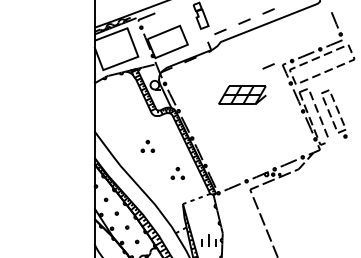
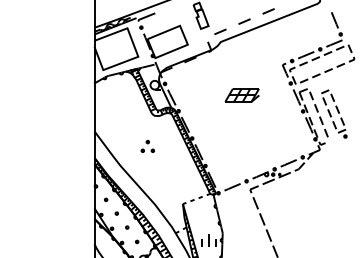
line at (268, 66): present -> none
part at (242, 94) size: 49x20 px -> 36x15 px
part at (177, 173): present -> none
